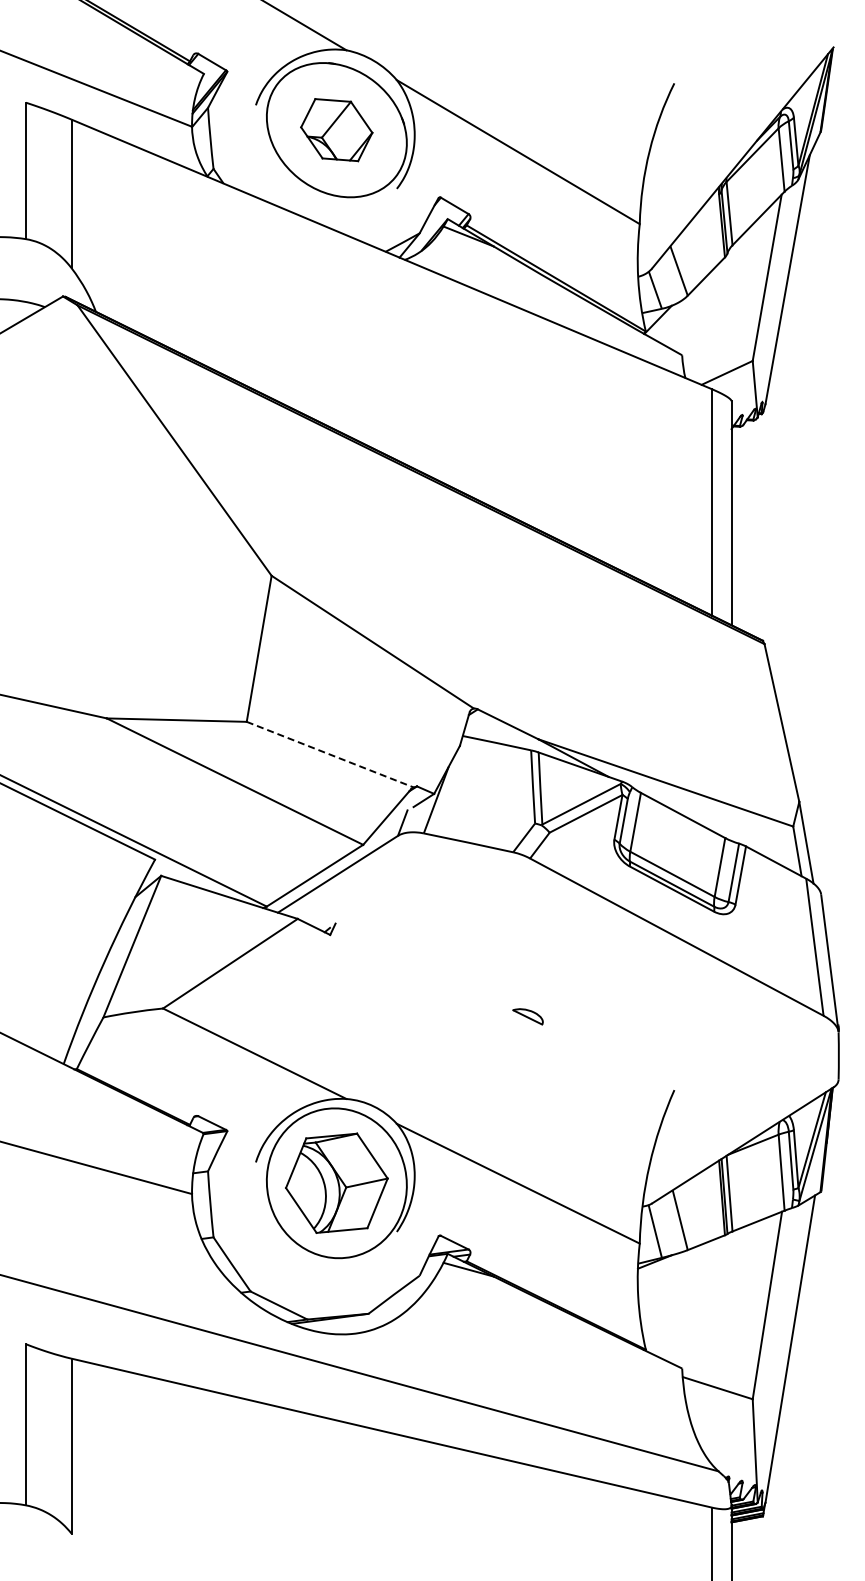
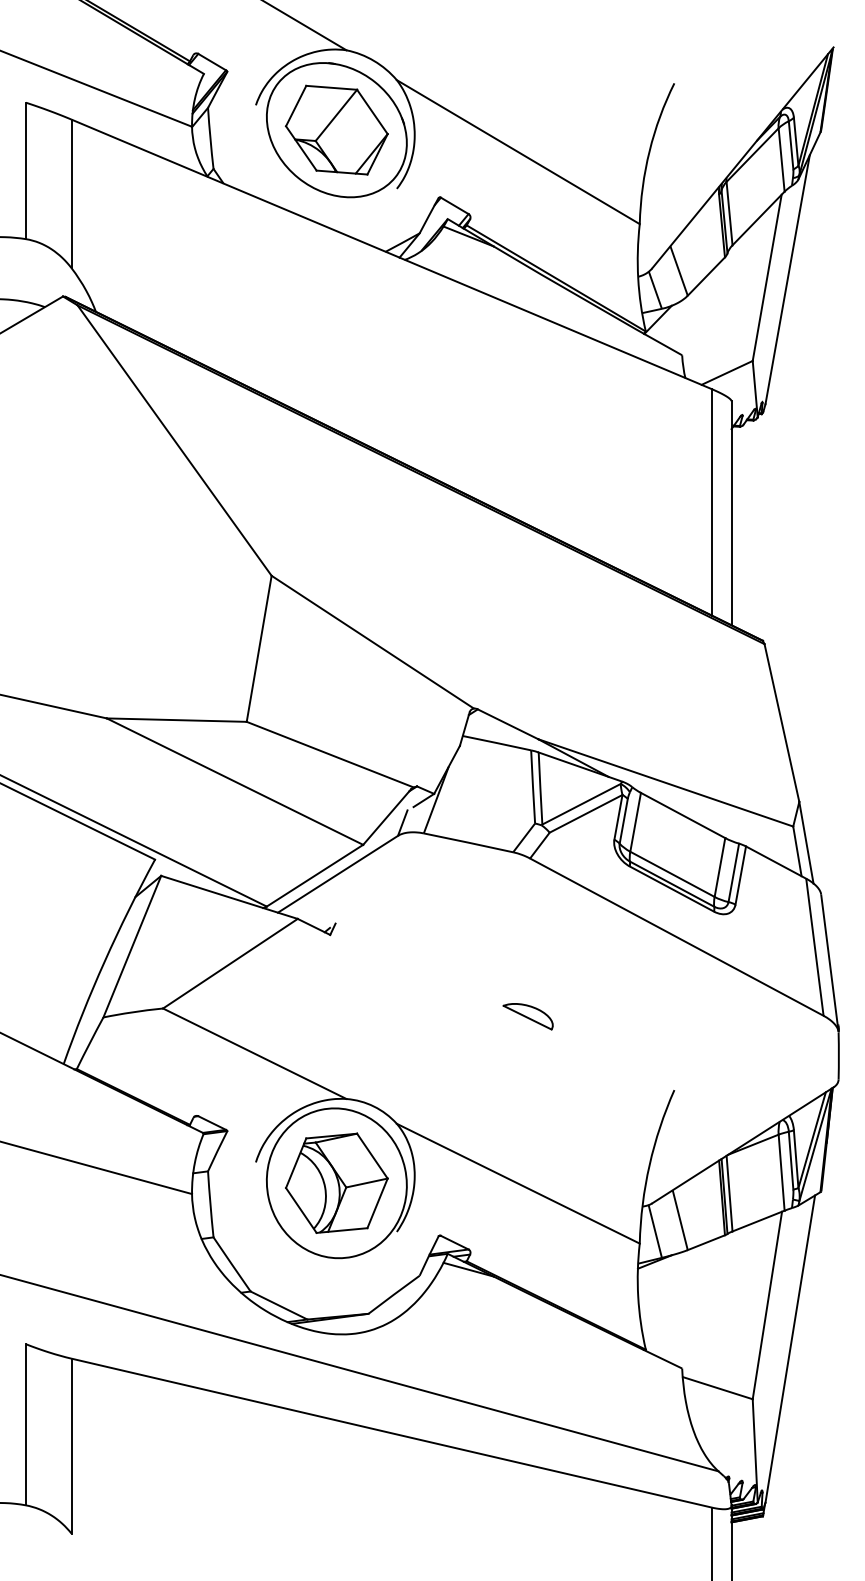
part at (336, 130) size: 74x65 px -> 105x92 px
line at (330, 754): dashed -> solid
part at (527, 1016) size: 32x18 px -> 52x28 px
